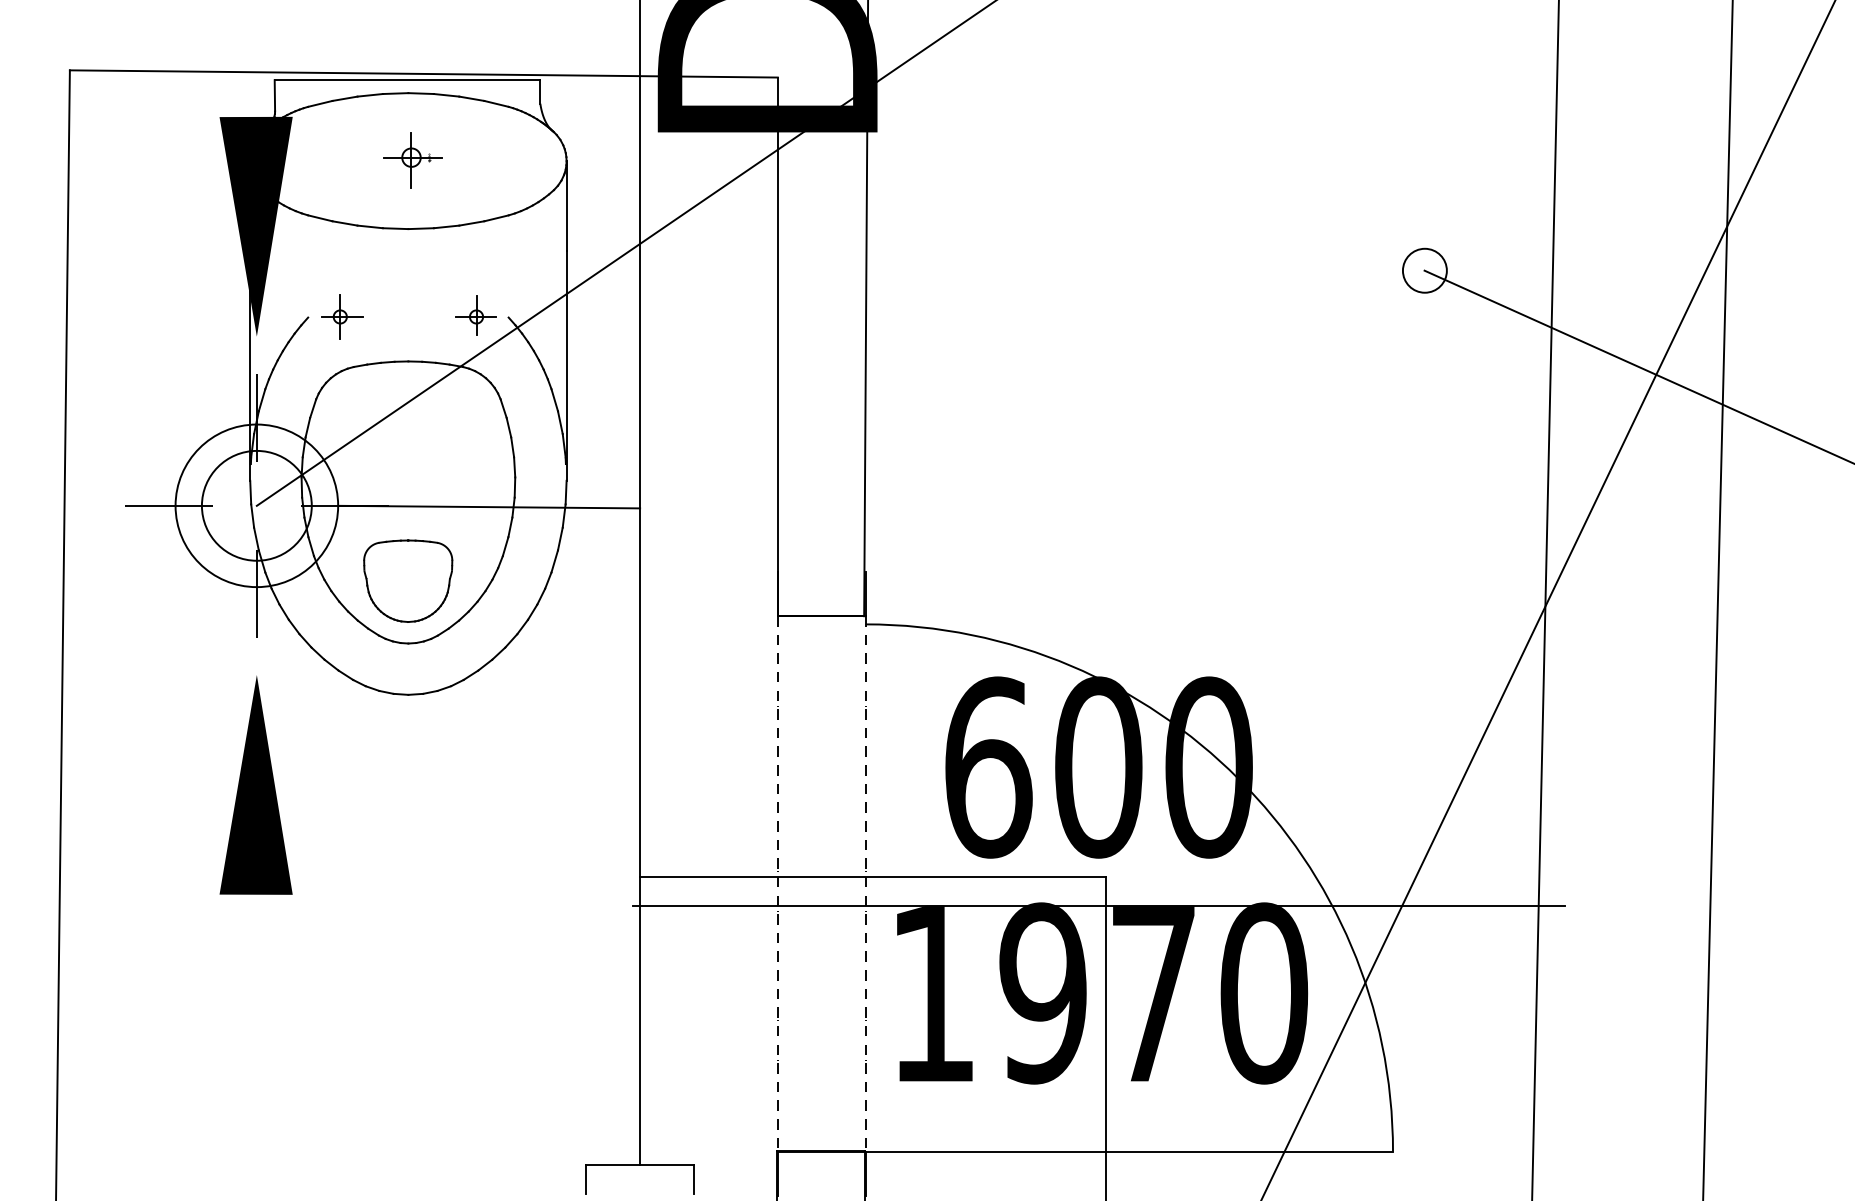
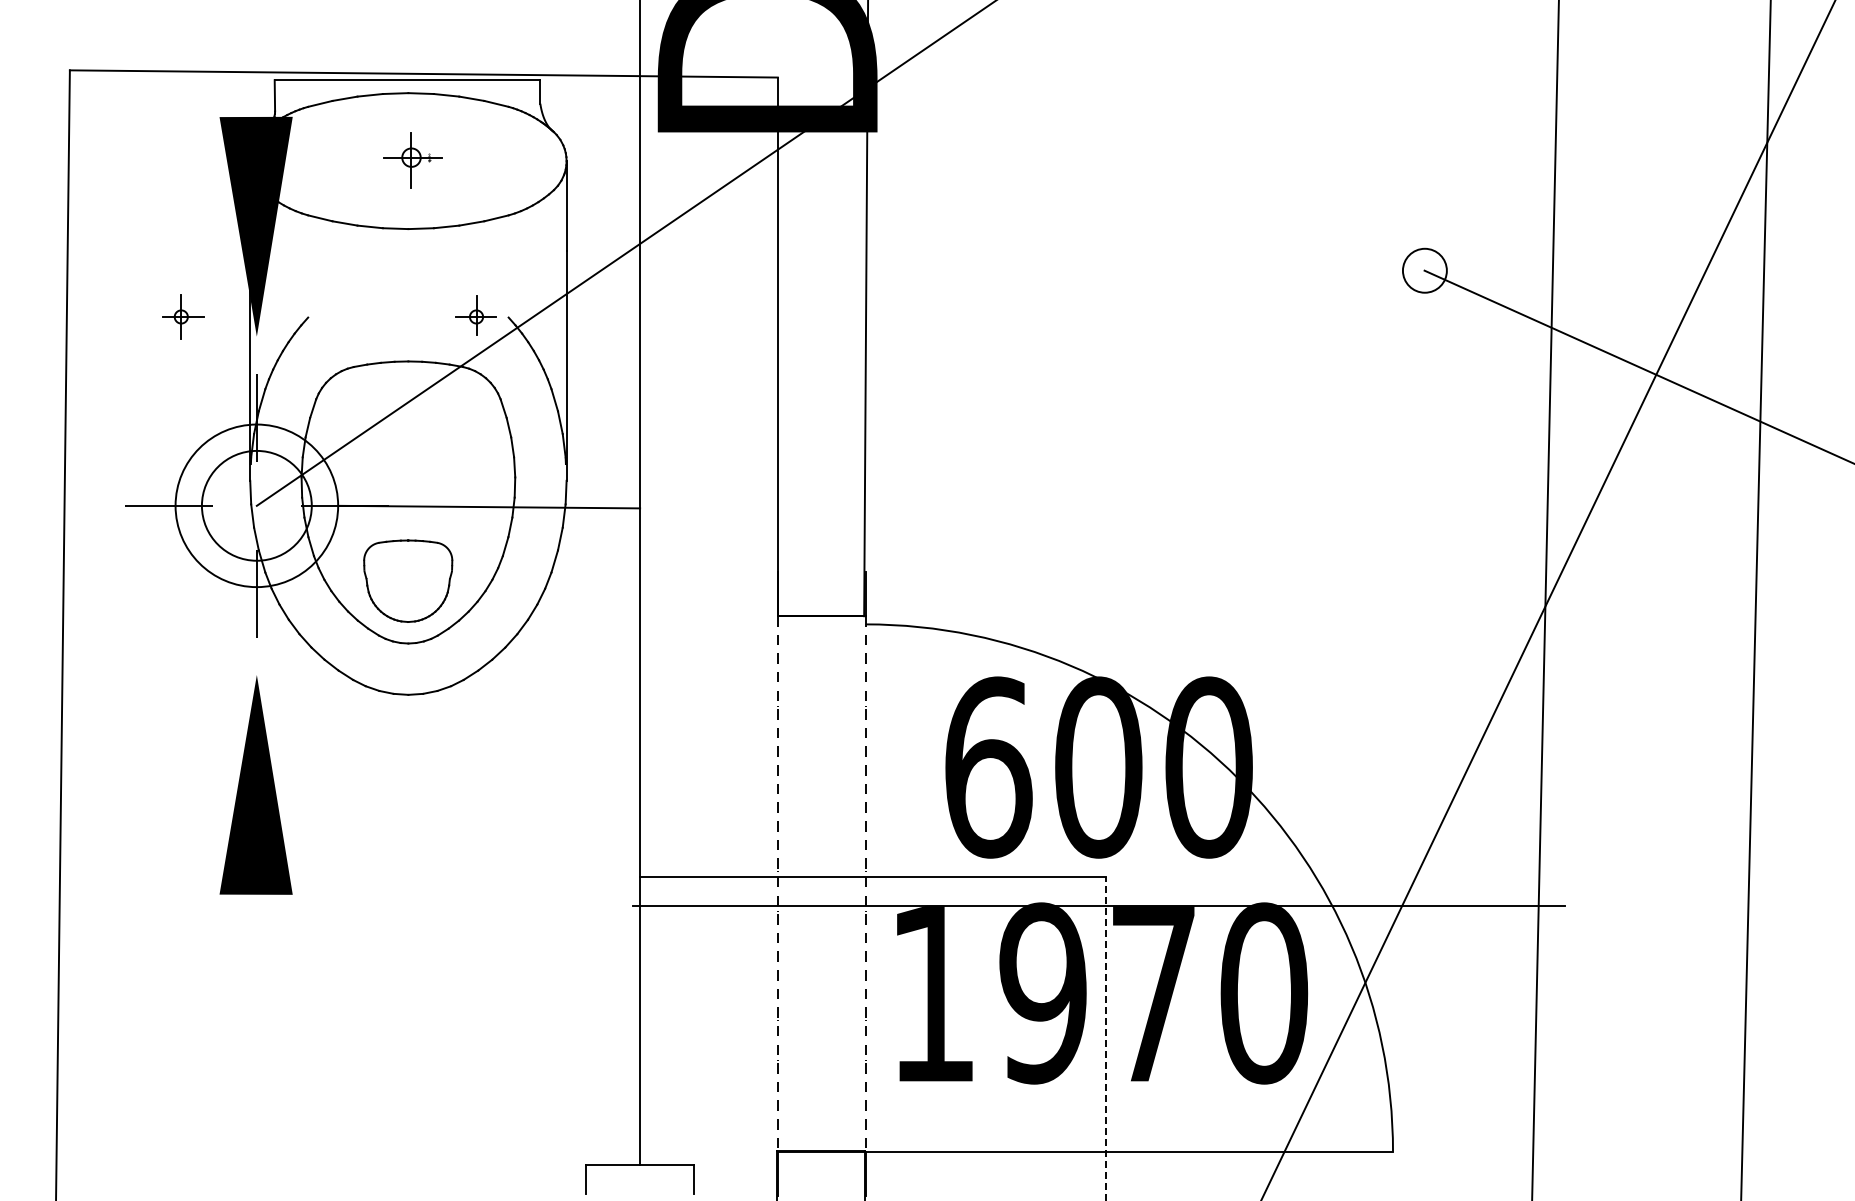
part at (342, 316) position: (342, 316) -> (183, 316)
line at (1717, 599) position: (1717, 599) -> (1755, 599)
line at (1106, 1038): solid -> dashed
